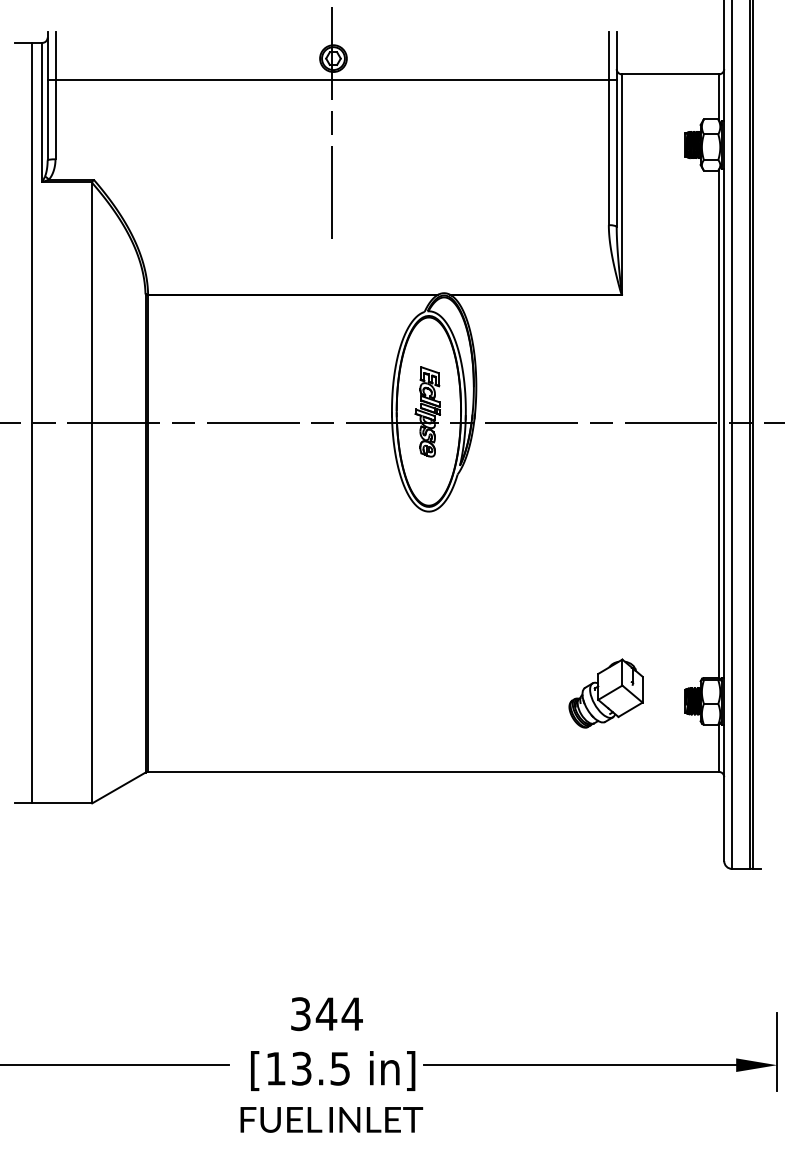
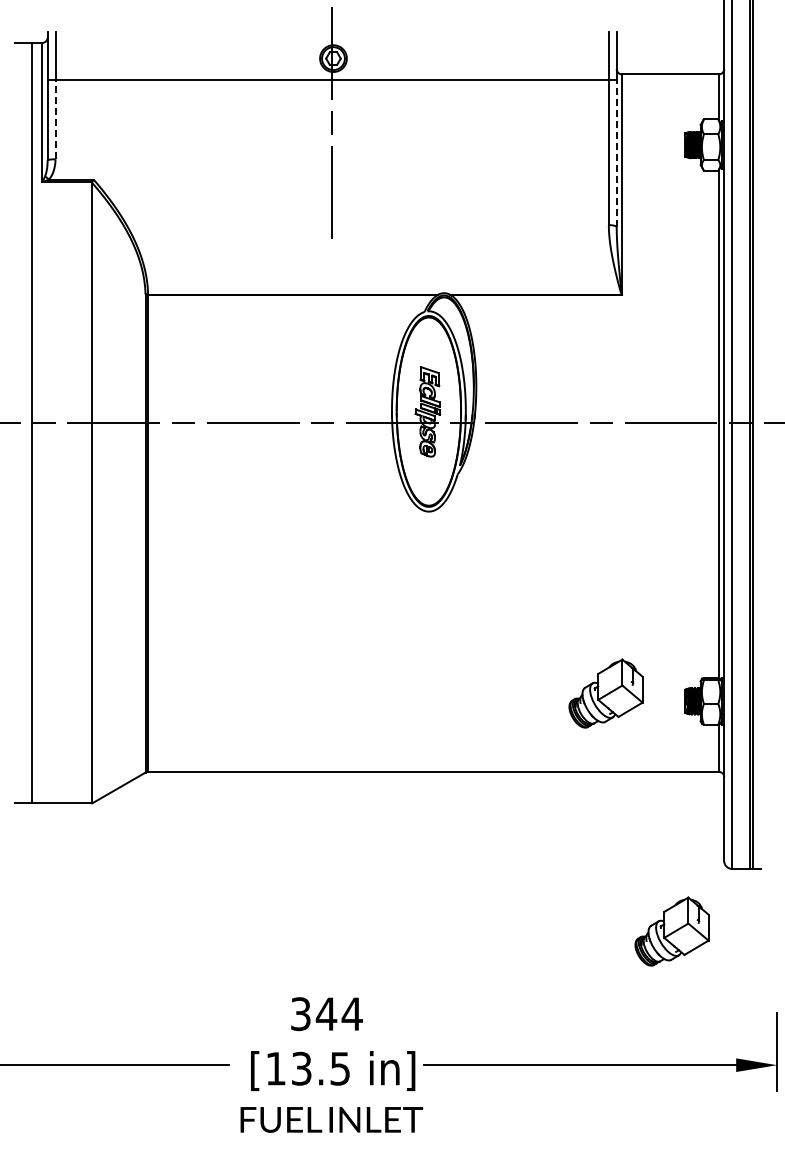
line at (55, 119): solid -> dashed
line at (616, 153): solid -> dashed
part at (671, 931): none -> present
